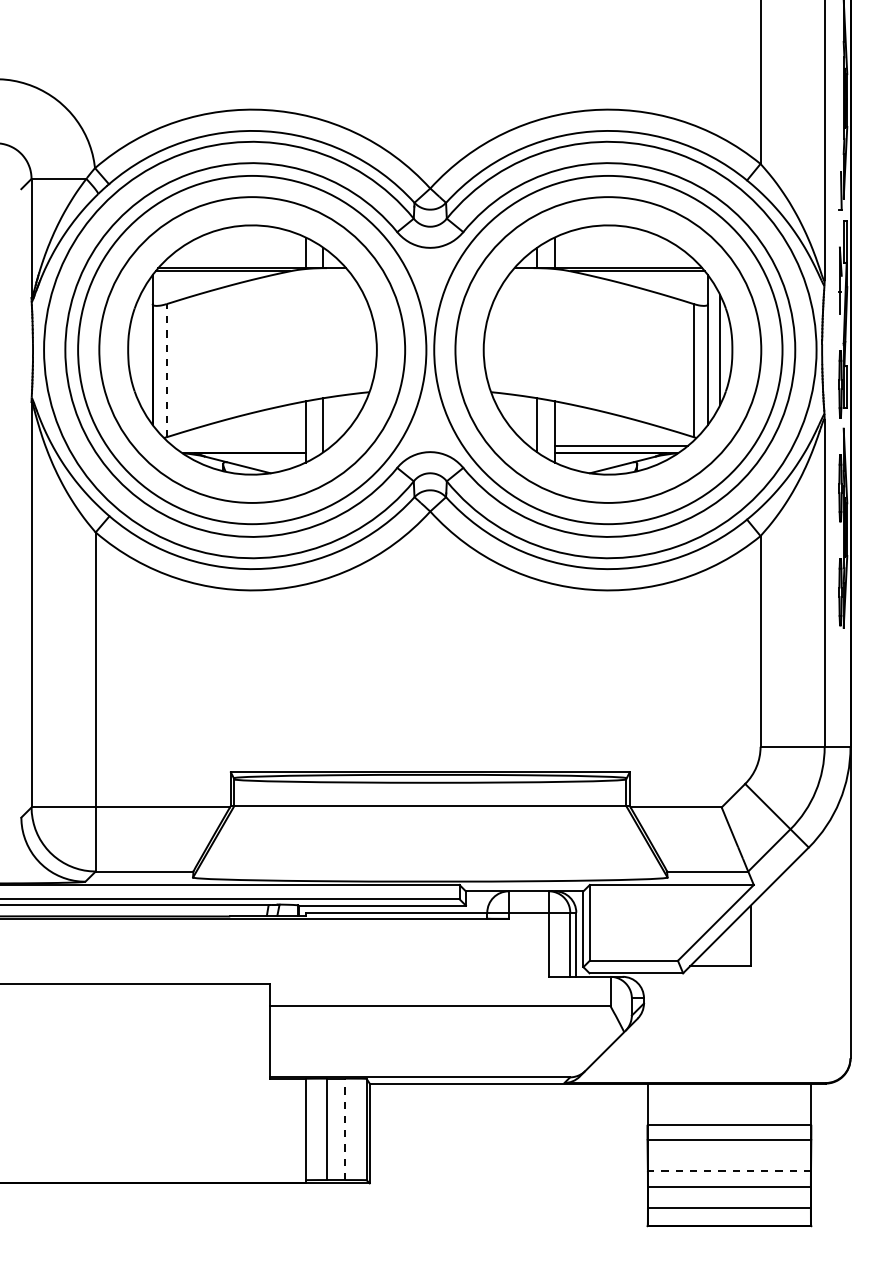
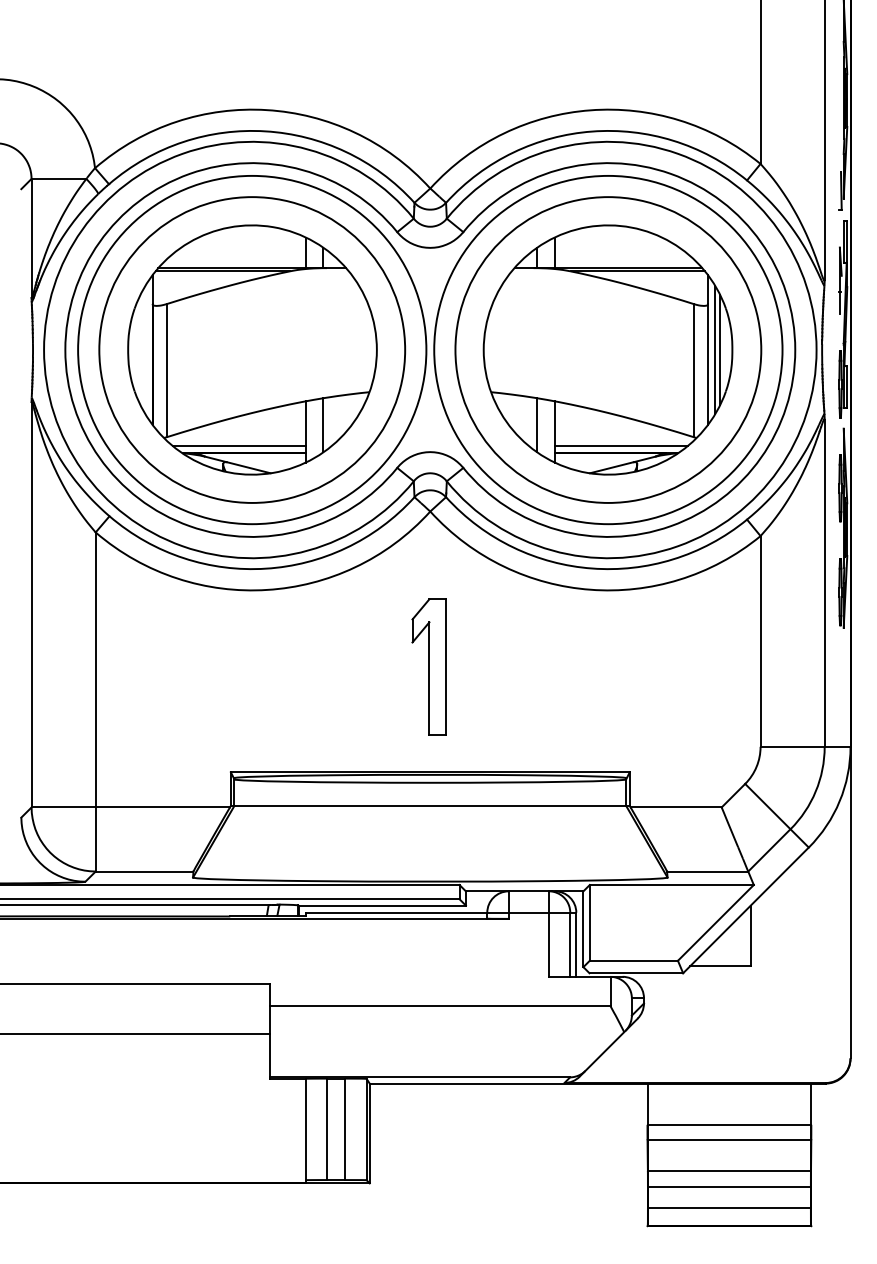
line at (715, 349): none -> present
line at (166, 370): dashed -> solid
line at (238, 446): none -> present
part at (428, 666): none -> present
line at (136, 1033): none -> present
line at (345, 1129): dashed -> solid
line at (729, 1171): dashed -> solid
